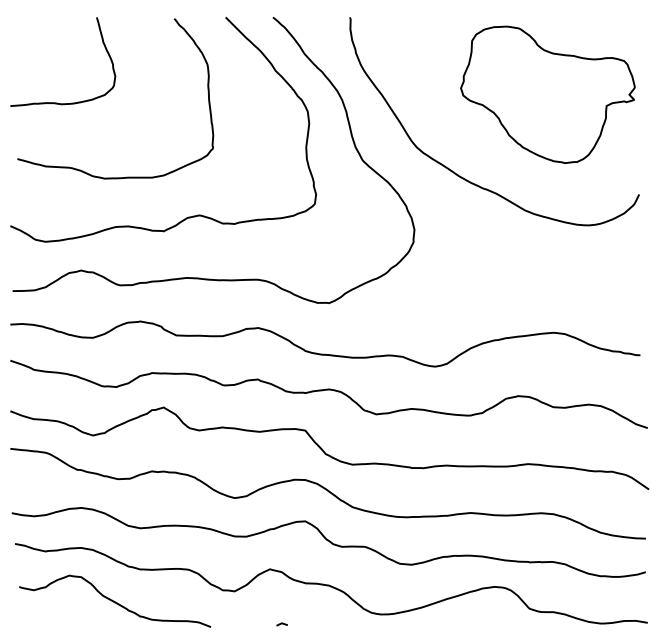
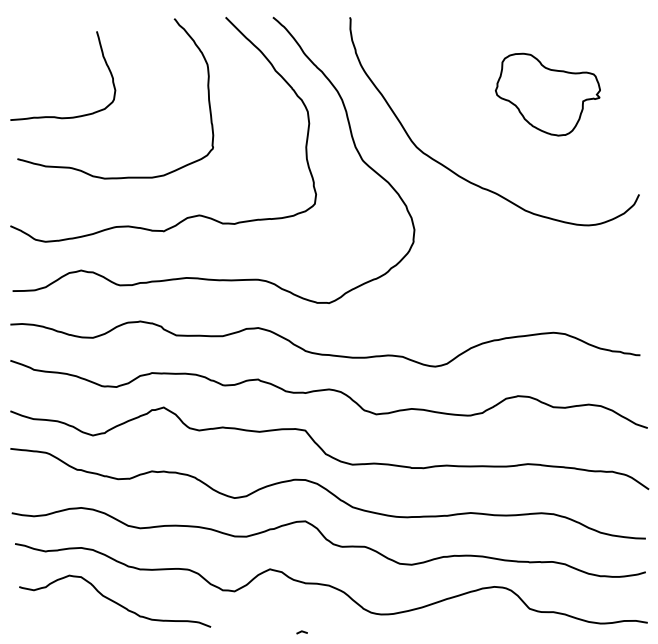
part at (547, 94) size: 176x139 px -> 106x85 px
curve at (57, 102) position: (57, 102) -> (57, 116)
line at (281, 624) position: (281, 624) -> (301, 632)
